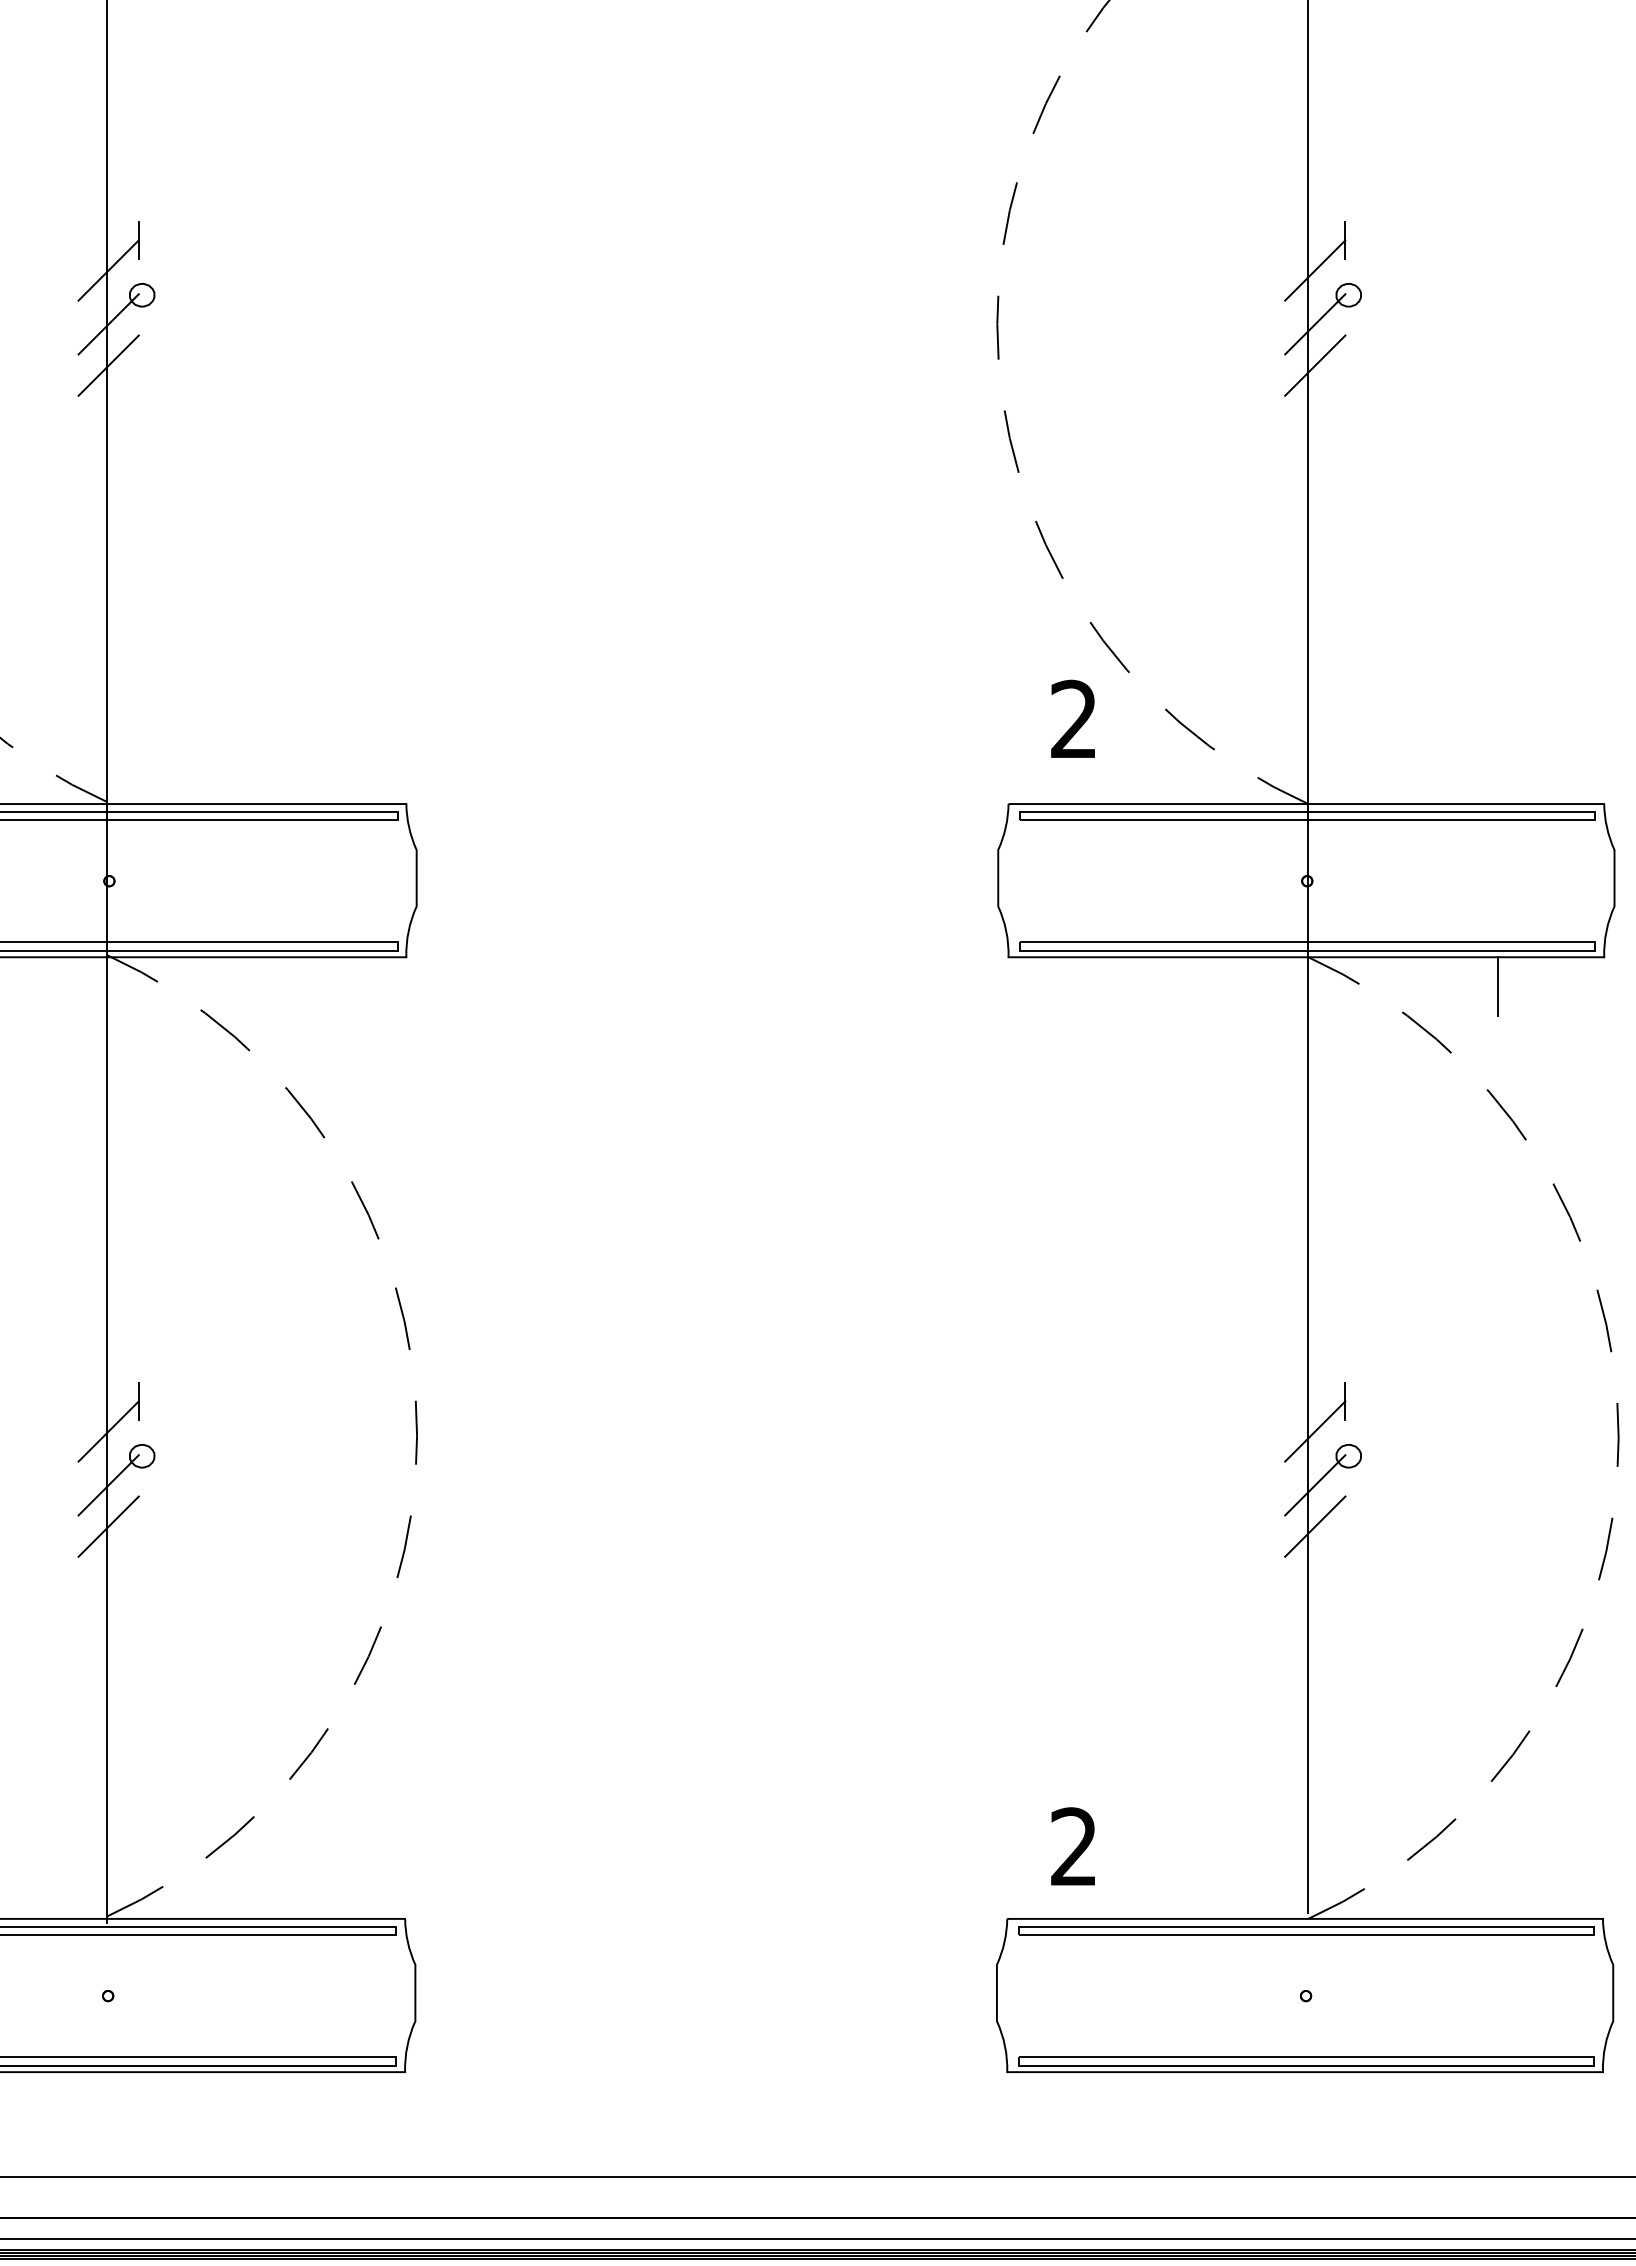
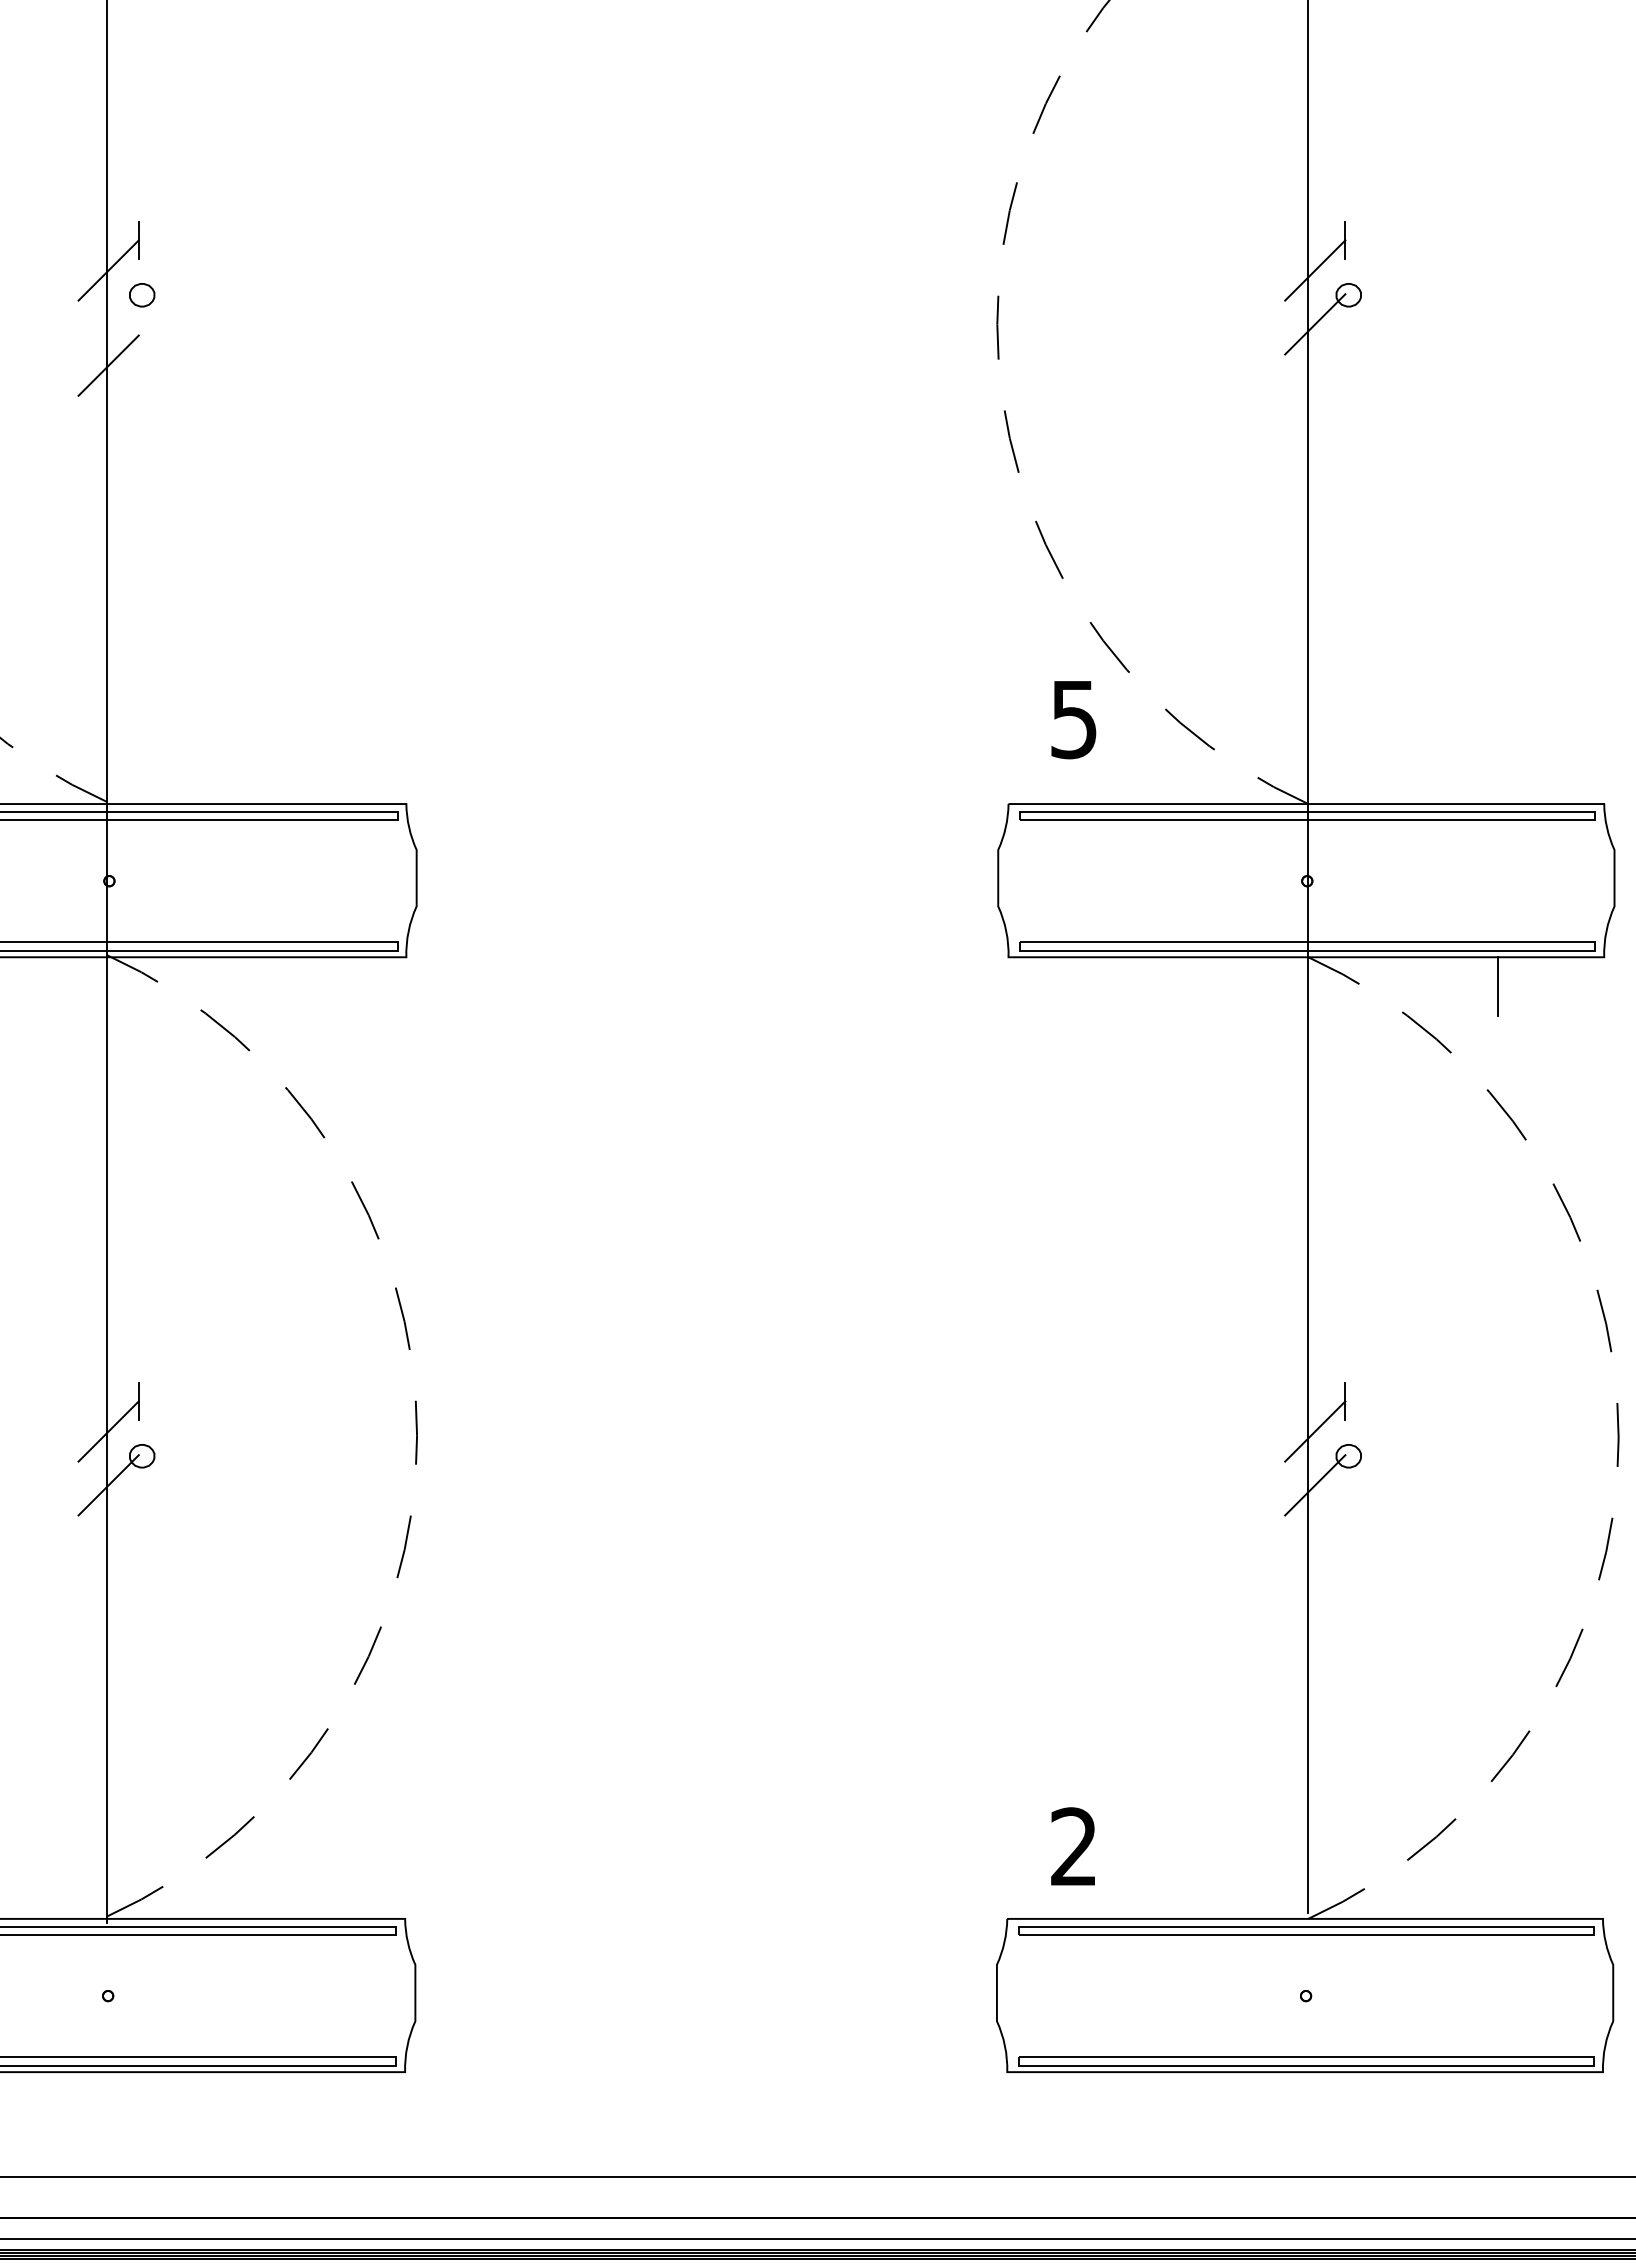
line at (108, 324): present -> none
line at (1315, 365): present -> none
text at (1073, 719): 2 -> 5
line at (108, 1526): present -> none
line at (1315, 1526): present -> none
